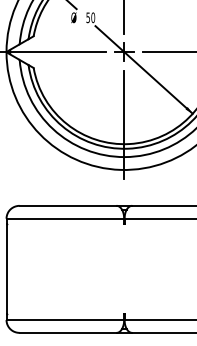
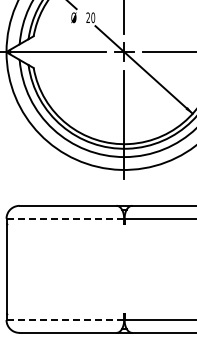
text at (87, 17): 50 -> 20
line at (65, 218): solid -> dashed
line at (65, 320): solid -> dashed
